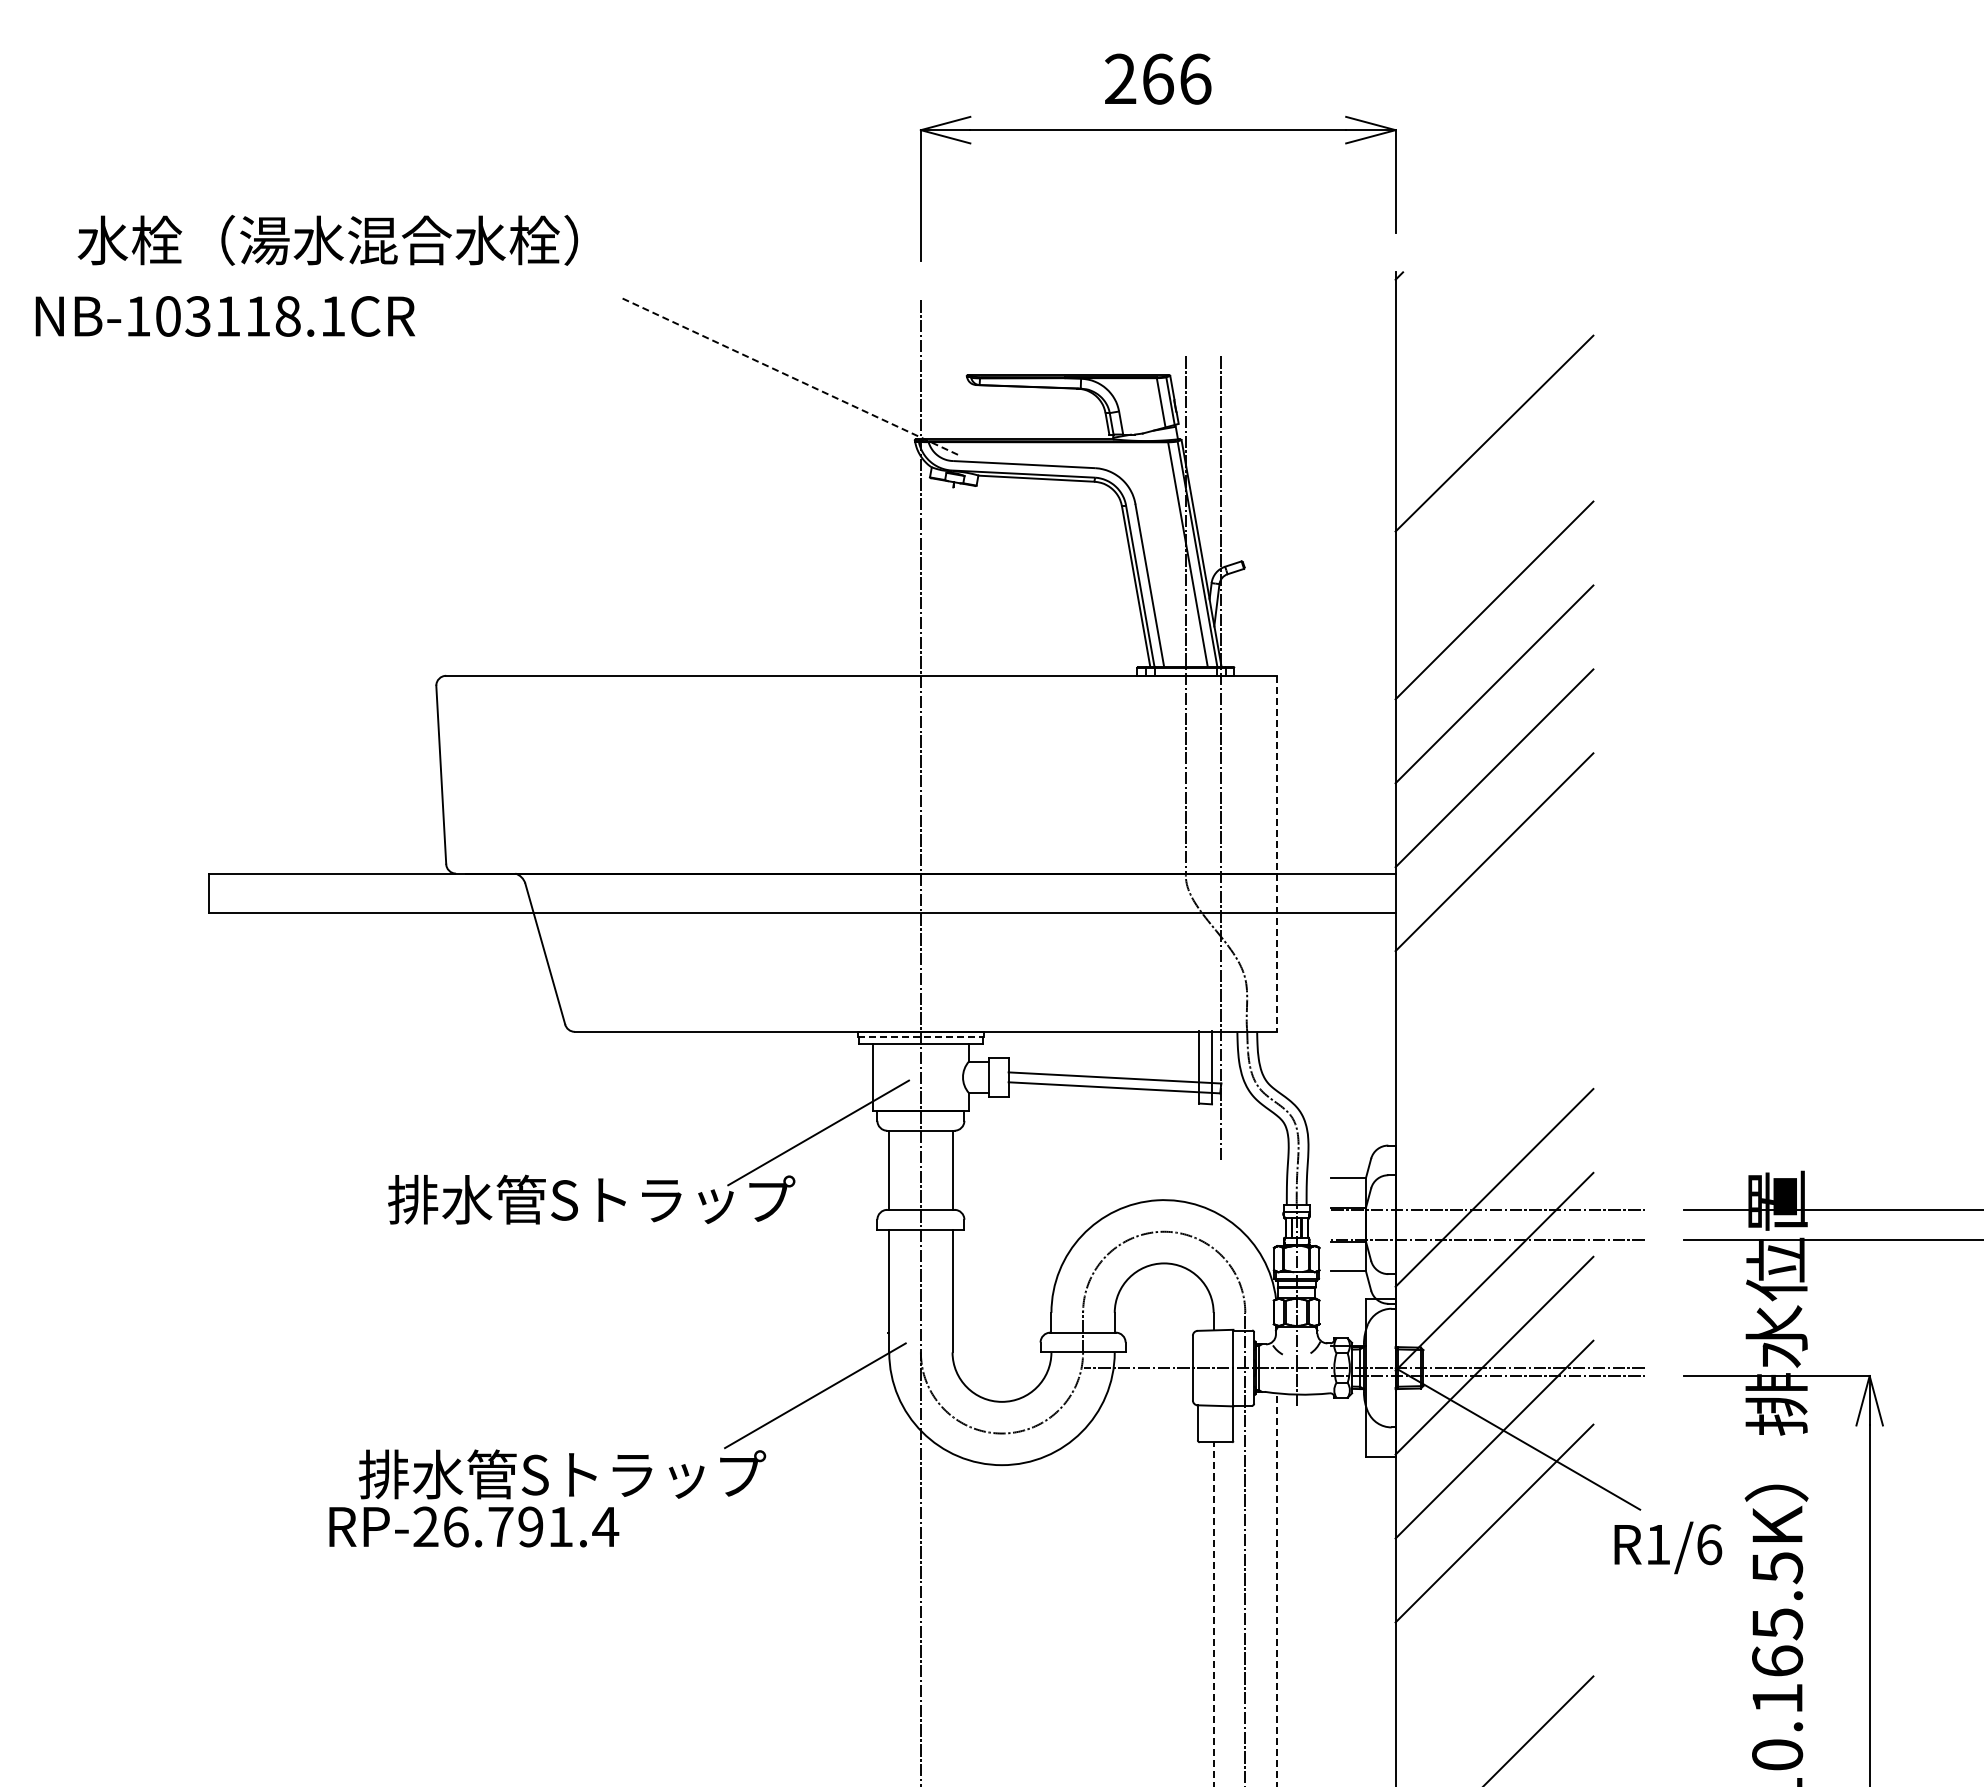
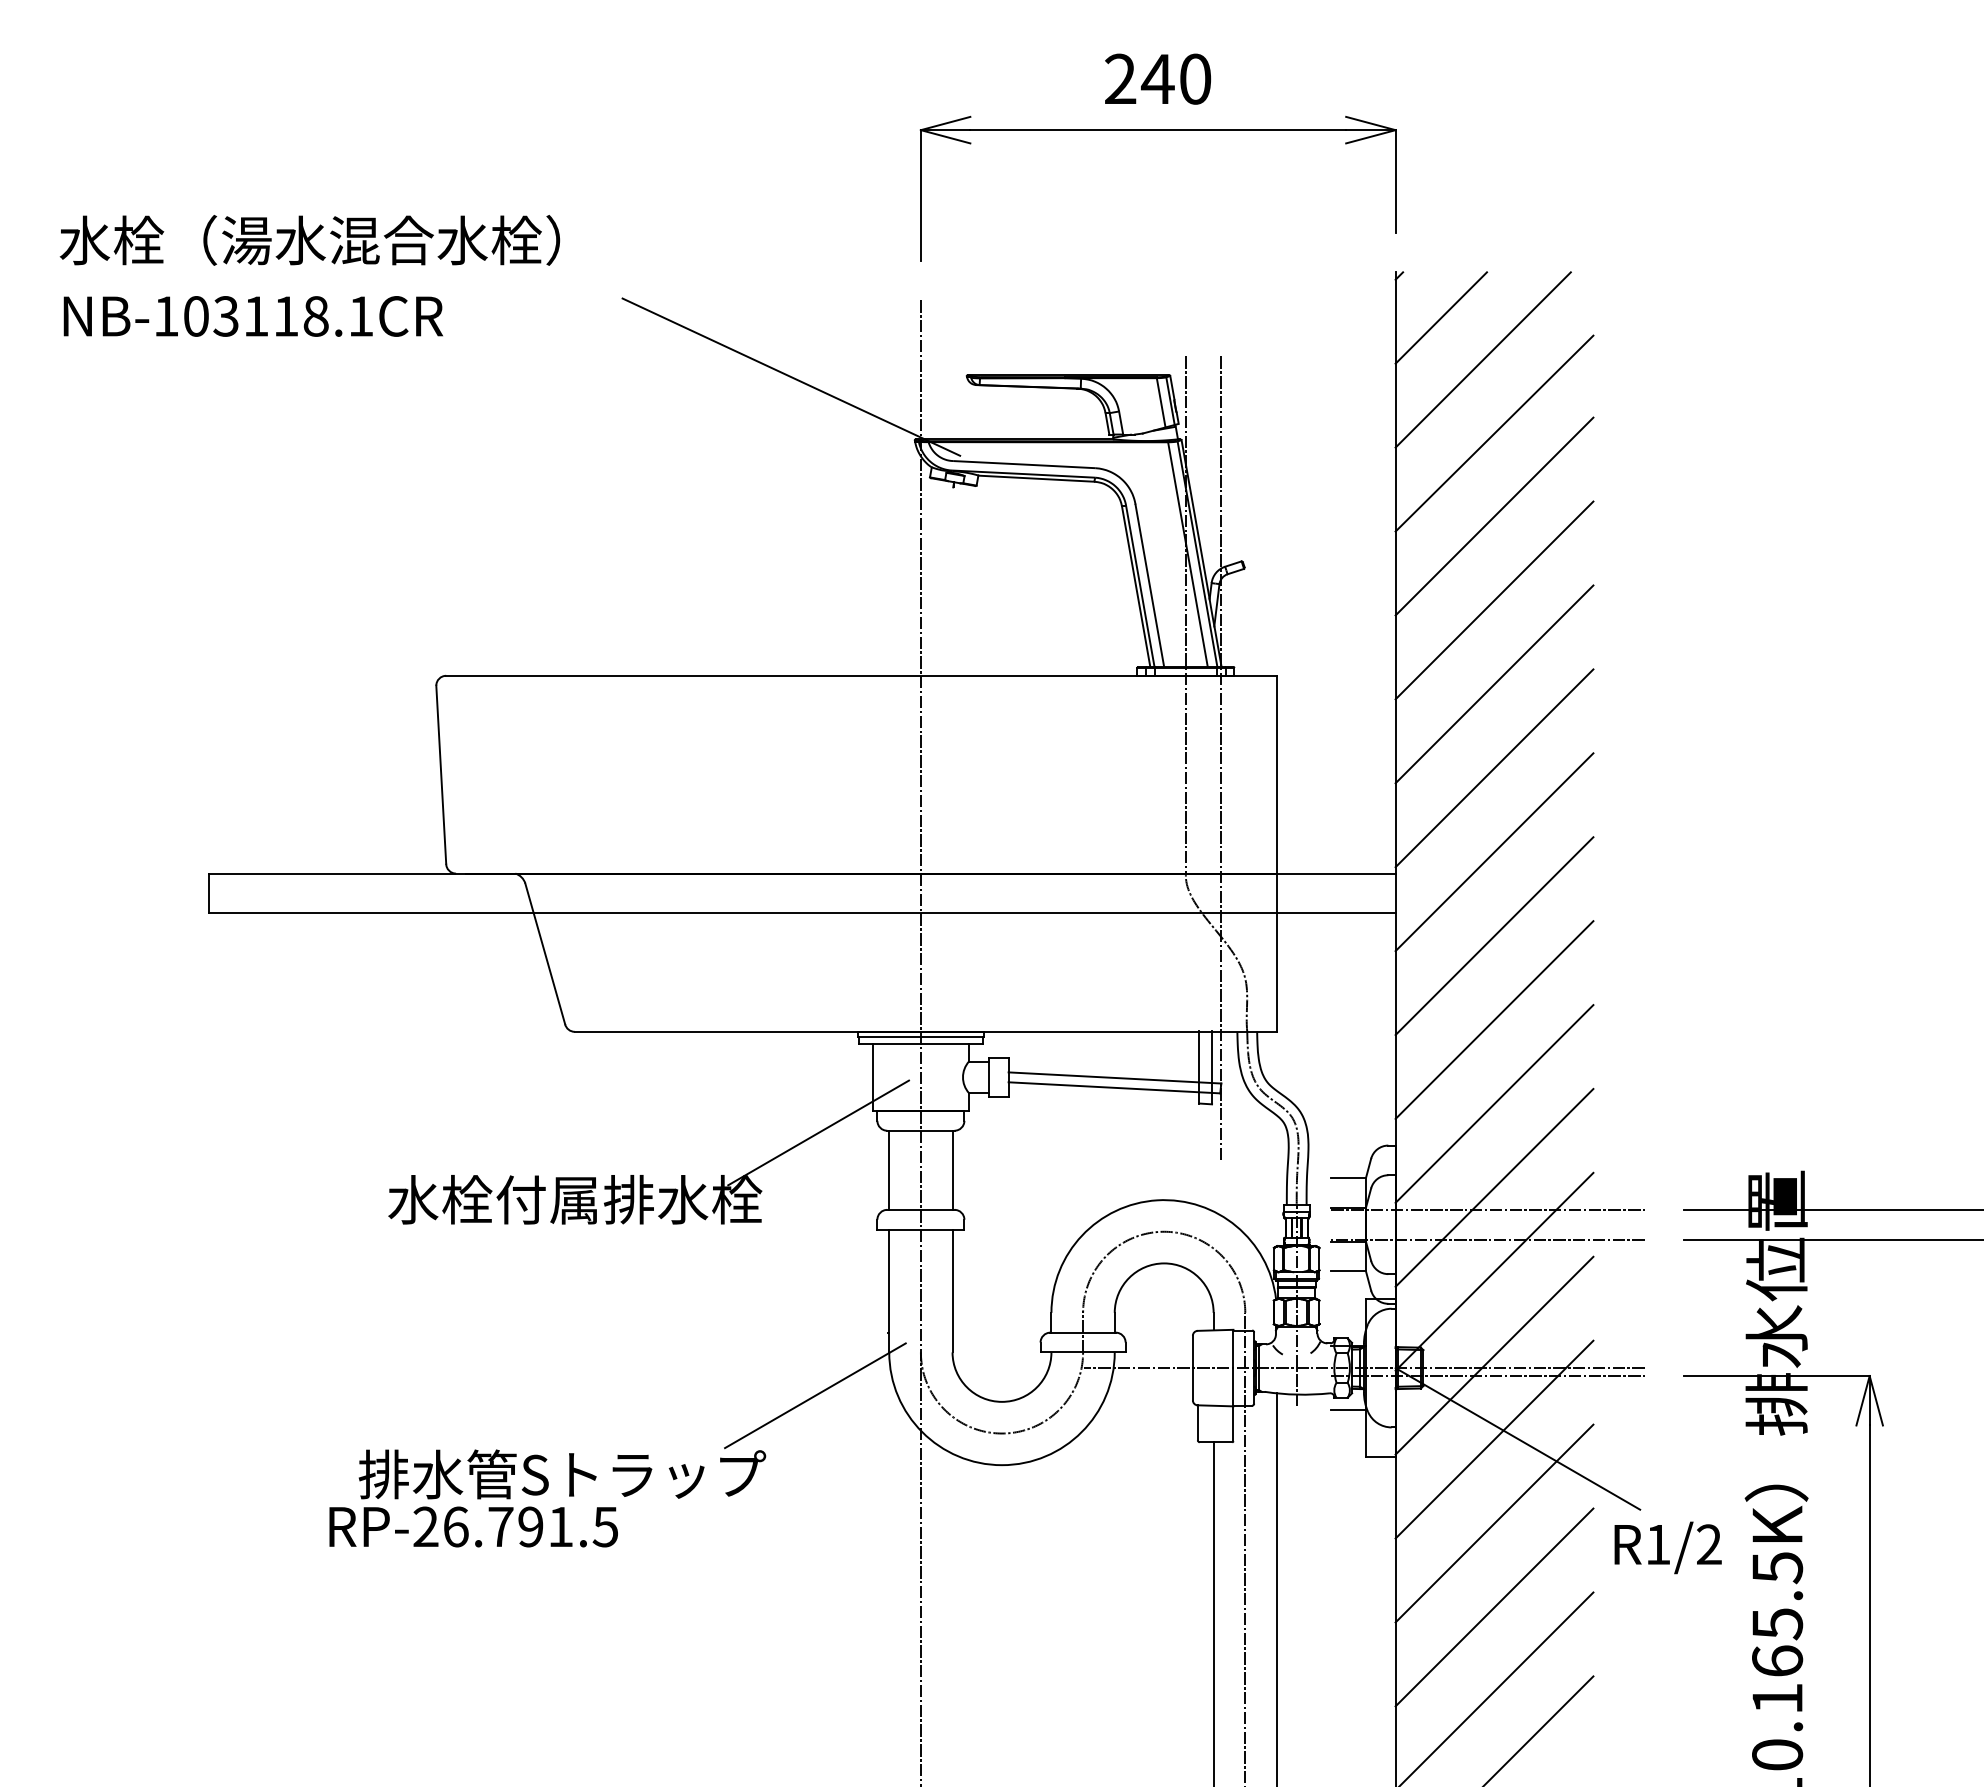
text at (1175, 78): 266 -> 240
text at (327, 240) position: (327, 240) -> (309, 240)
text at (224, 316) position: (224, 316) -> (252, 316)
line at (1440, 317): none -> present
line at (1482, 359): none -> present
line at (791, 377): dashed -> solid
line at (1494, 516): none -> present
line at (1276, 854): dashed -> solid
line at (1494, 936): none -> present
line at (1494, 1019): none -> present
line at (921, 1036): dashed -> solid
line at (1494, 1103): none -> present
text at (591, 1199): 排水管Sトラップ -> 水栓付属排水栓
line at (1348, 1409): none -> present
text at (605, 1527): RP-26.791.4 -> RP-26.791.5
text at (1709, 1544): R1/6 -> R1/2
line at (1276, 1590): dashed -> solid
line at (1494, 1607): none -> present
line at (1213, 1614): dashed -> solid
line at (1497, 1687): none -> present
